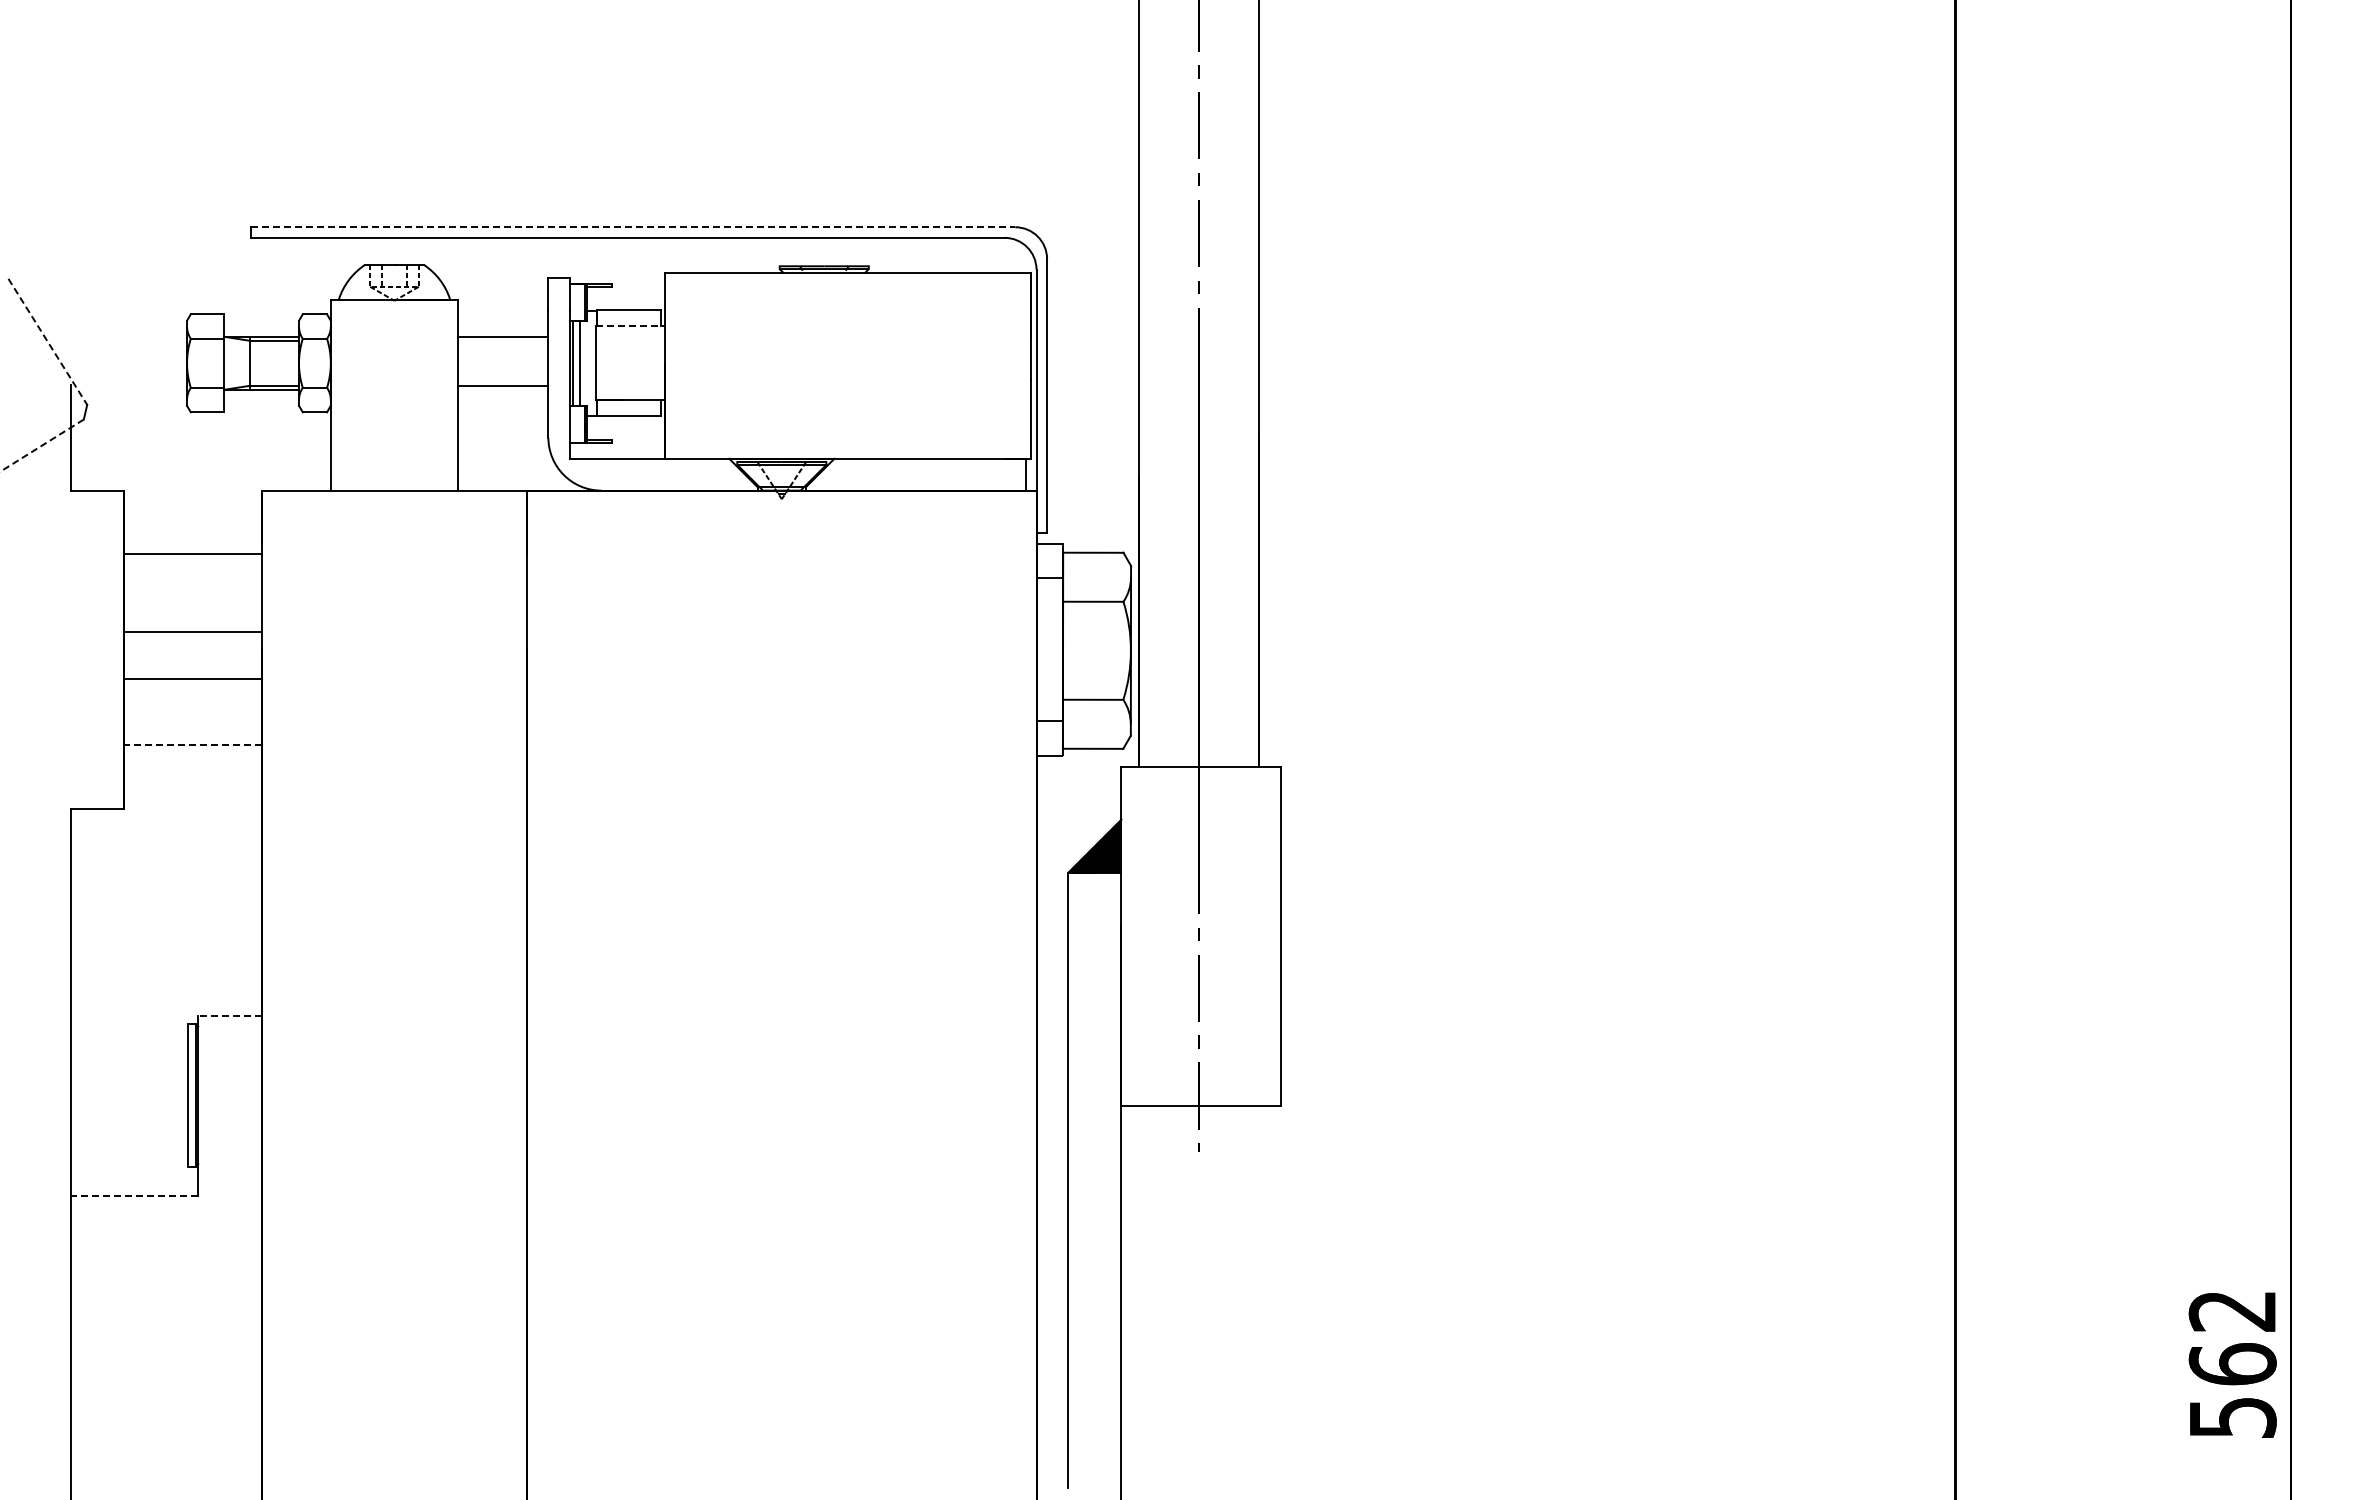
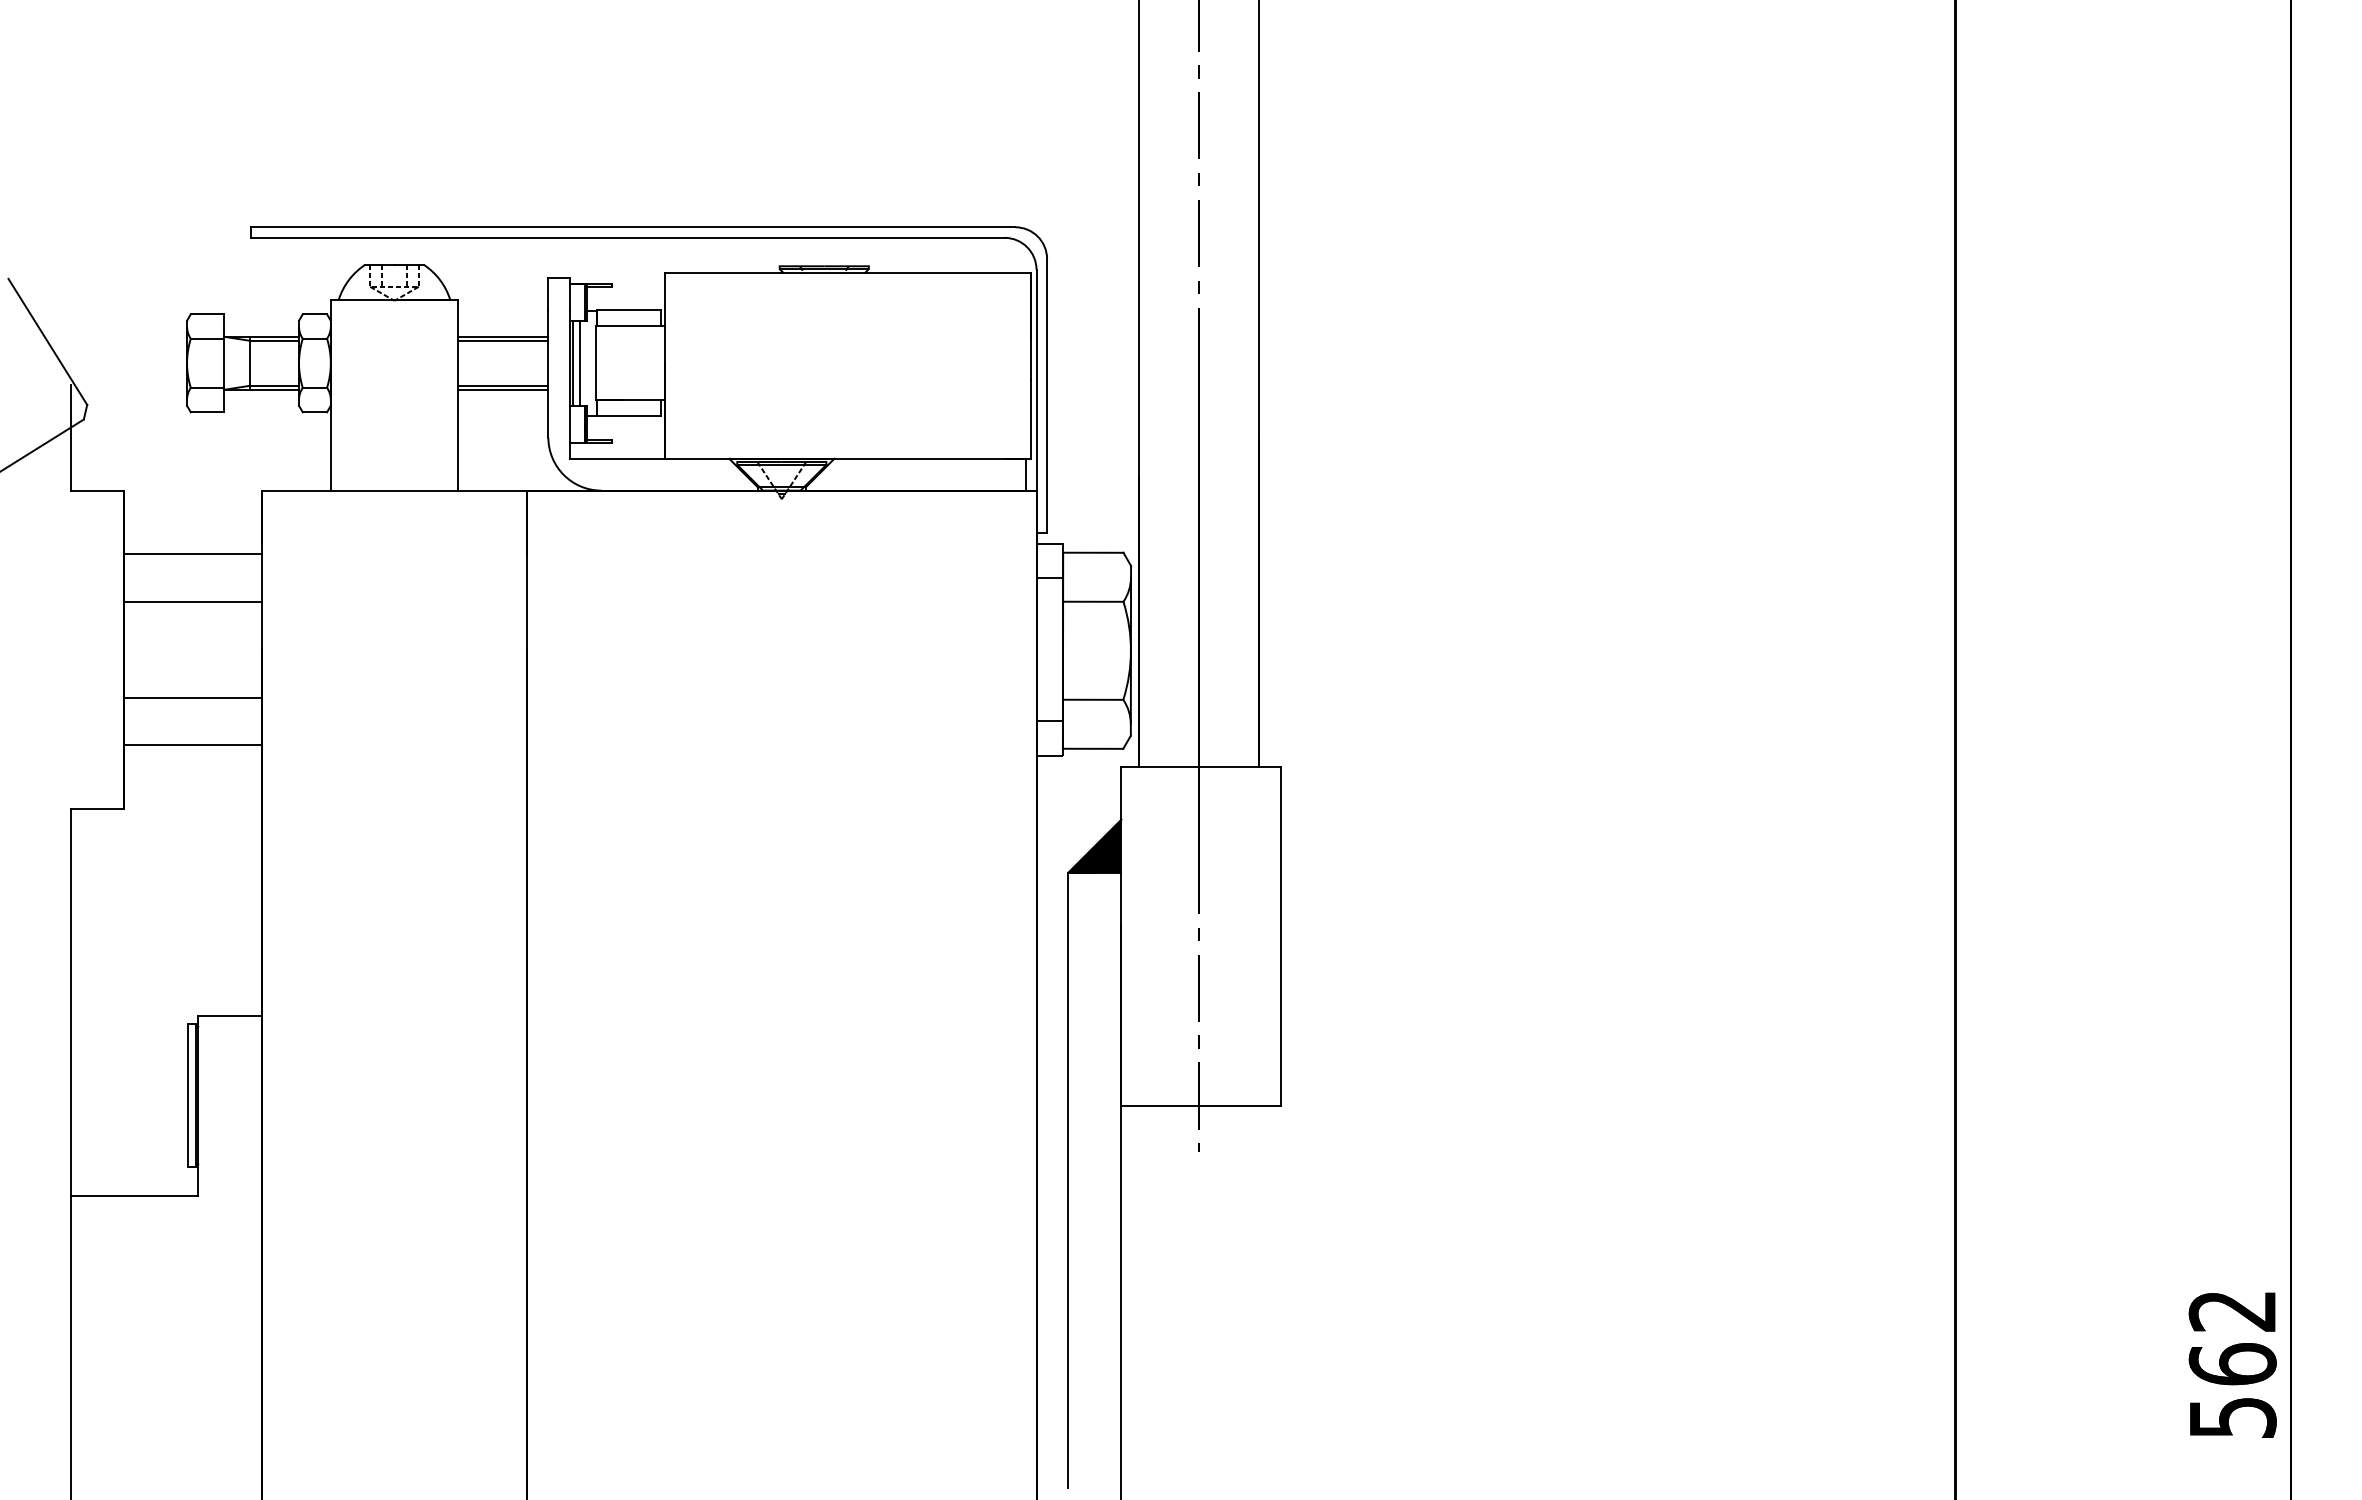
line at (633, 227): dashed -> solid
line at (631, 326): dashed -> solid
line at (503, 340): none -> present
line at (48, 342): dashed -> solid
line at (503, 389): none -> present
line at (41, 445): dashed -> solid
line at (192, 632) position: (192, 632) -> (192, 602)
line at (192, 678) position: (192, 678) -> (192, 697)
line at (192, 745): dashed -> solid
line at (230, 1015): dashed -> solid
line at (134, 1196): dashed -> solid
